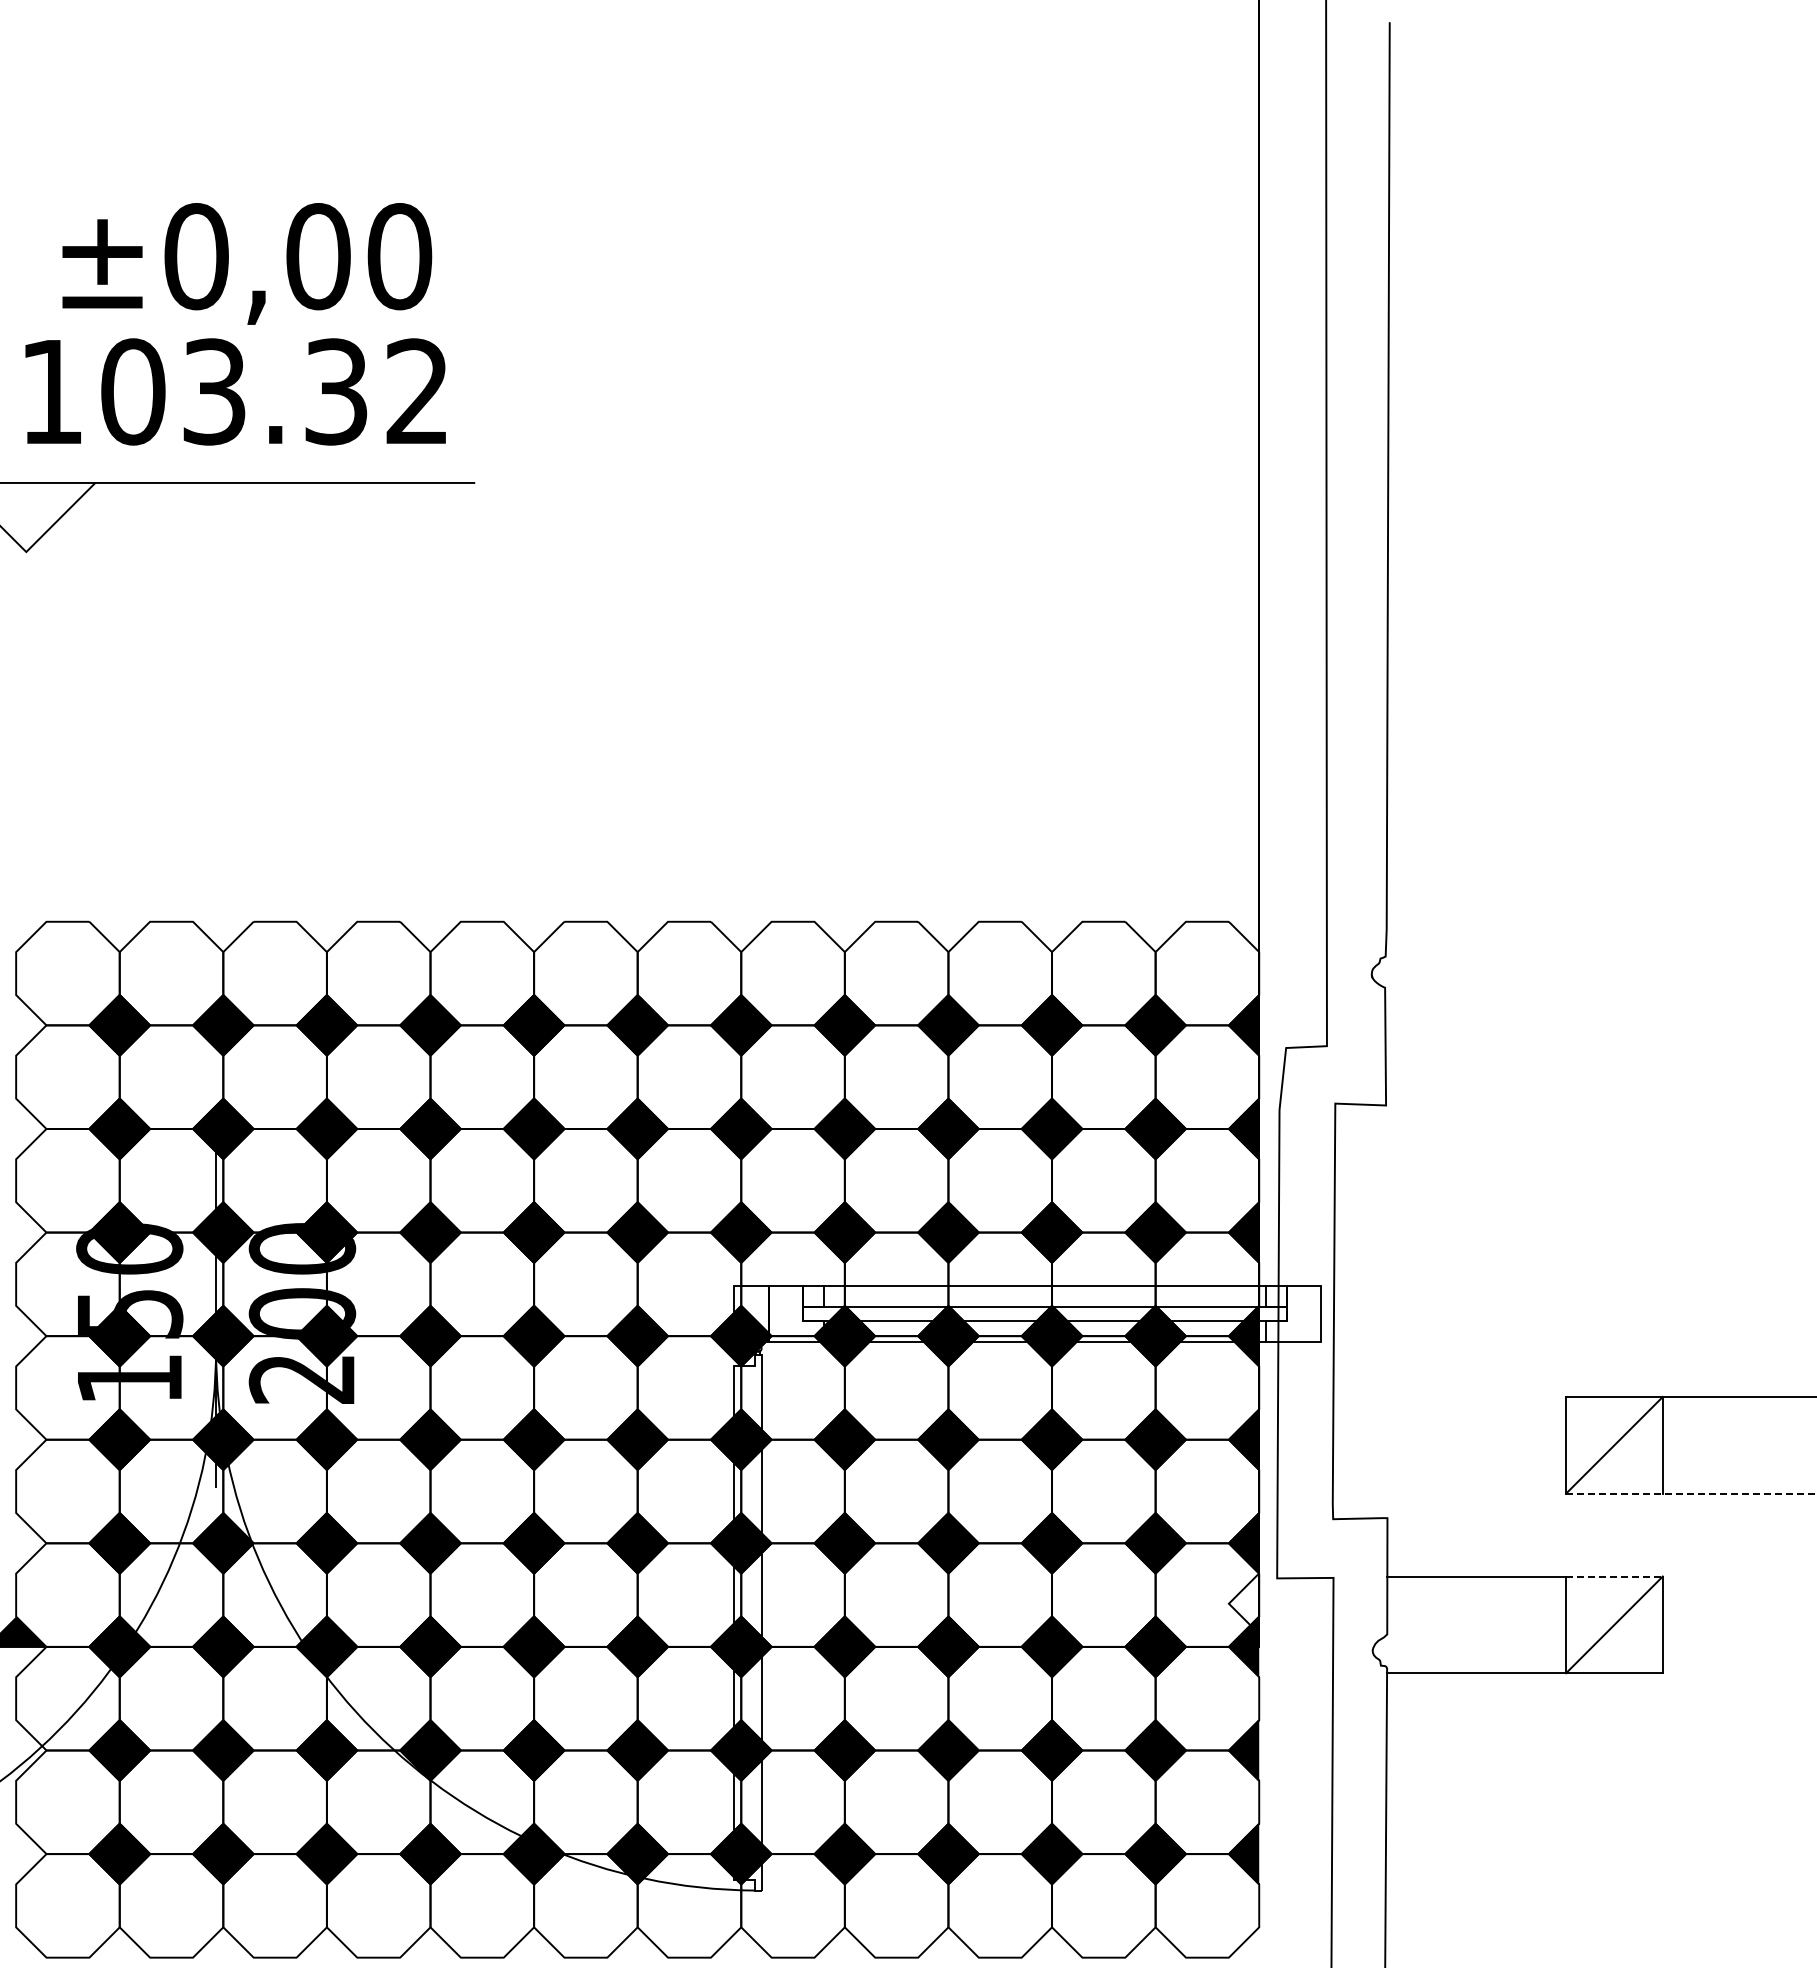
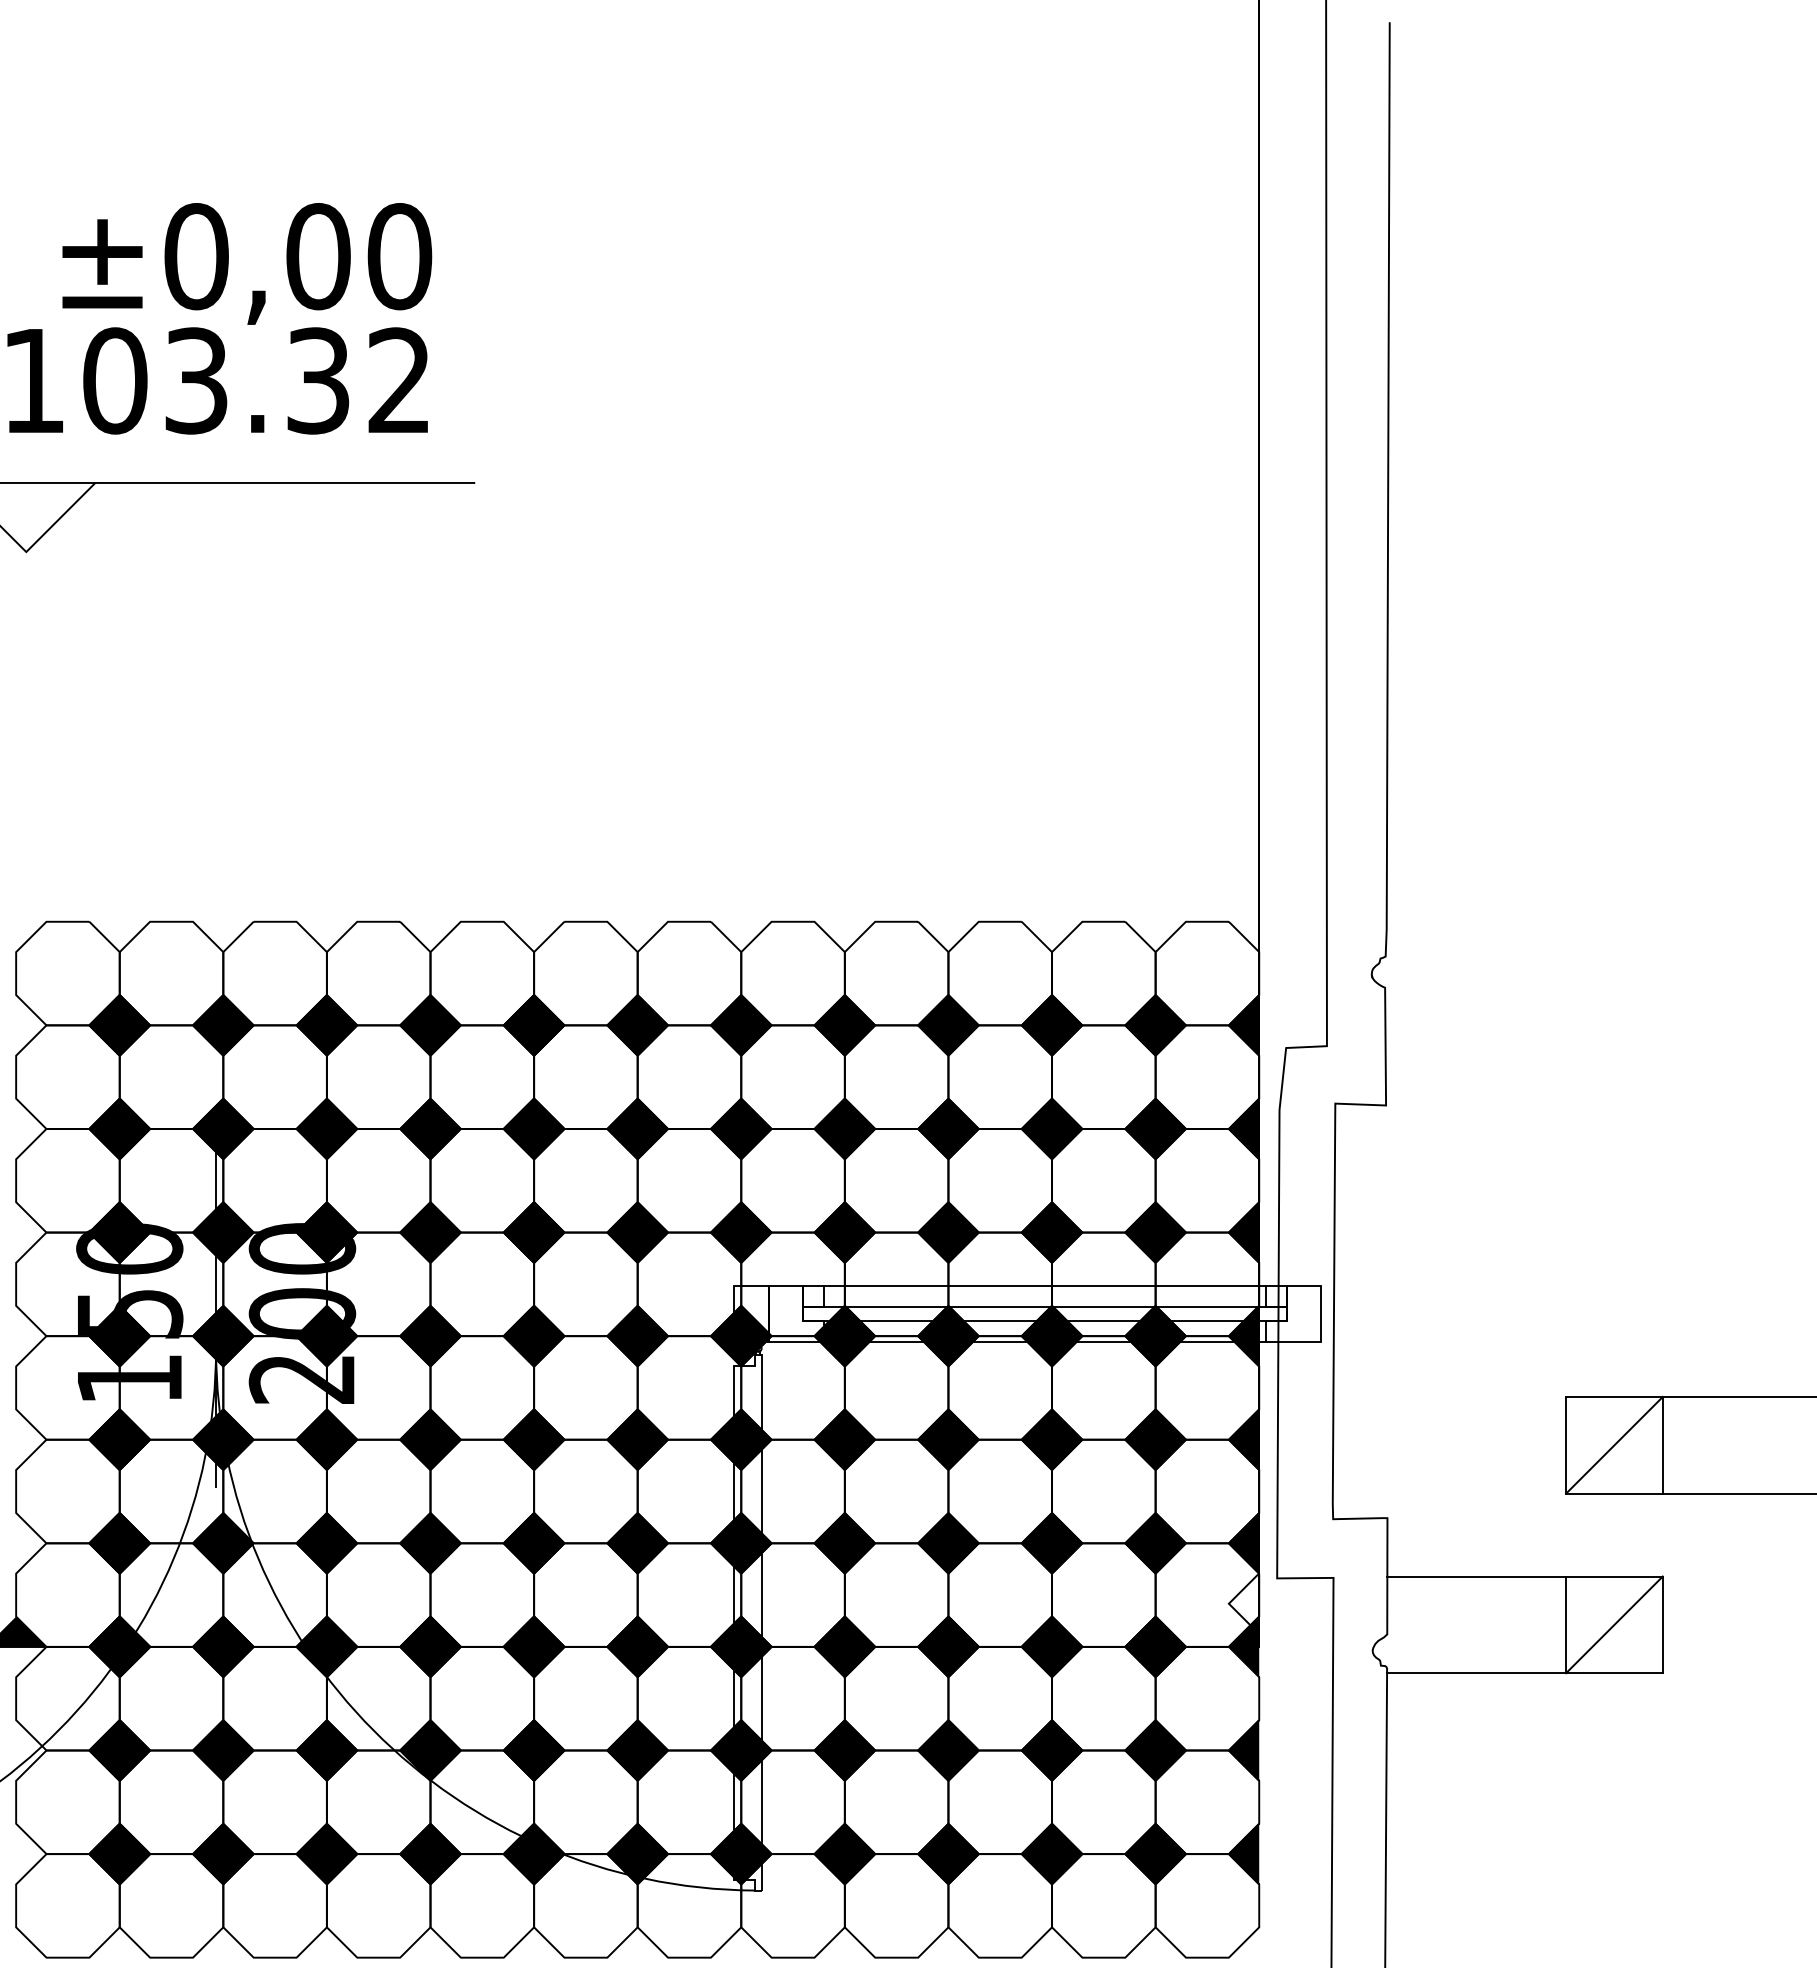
text at (235, 391) position: (235, 391) -> (217, 380)
line at (1691, 1493): dashed -> solid
line at (1614, 1576): dashed -> solid
